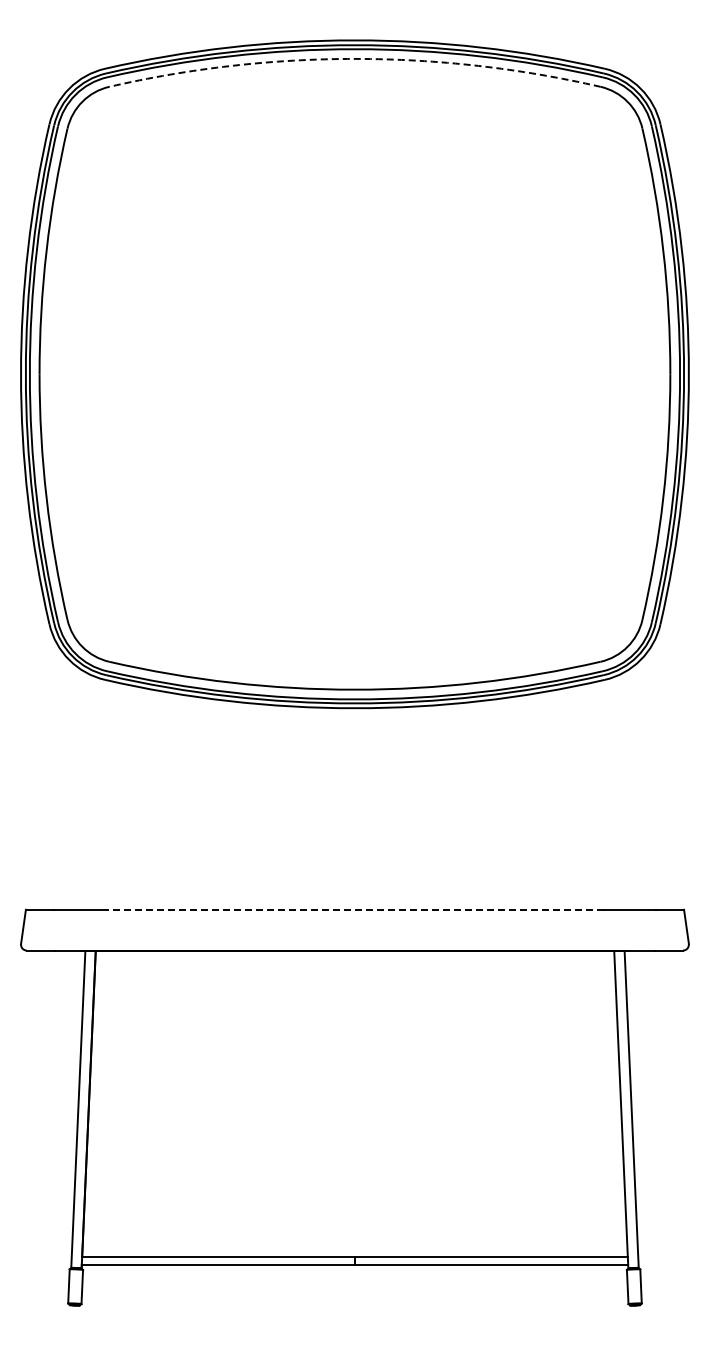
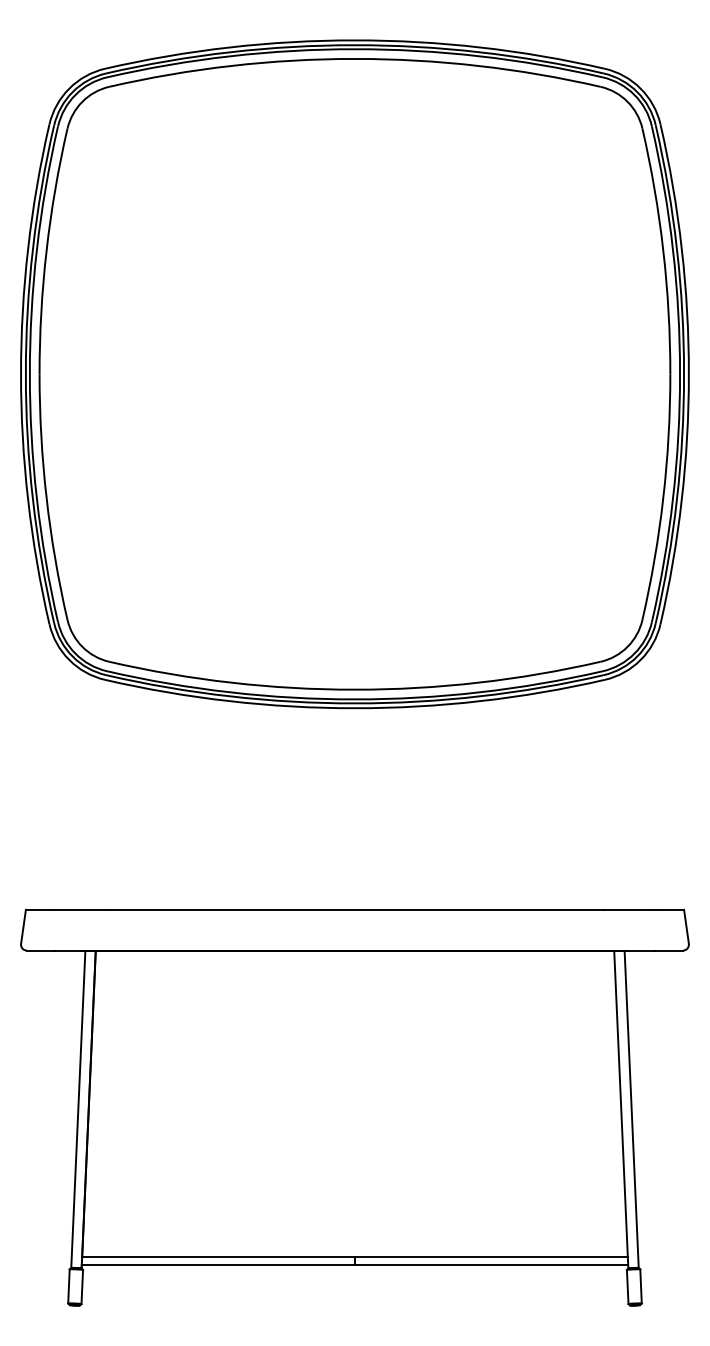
arc at (354, 58): dashed -> solid
line at (355, 909): dashed -> solid
